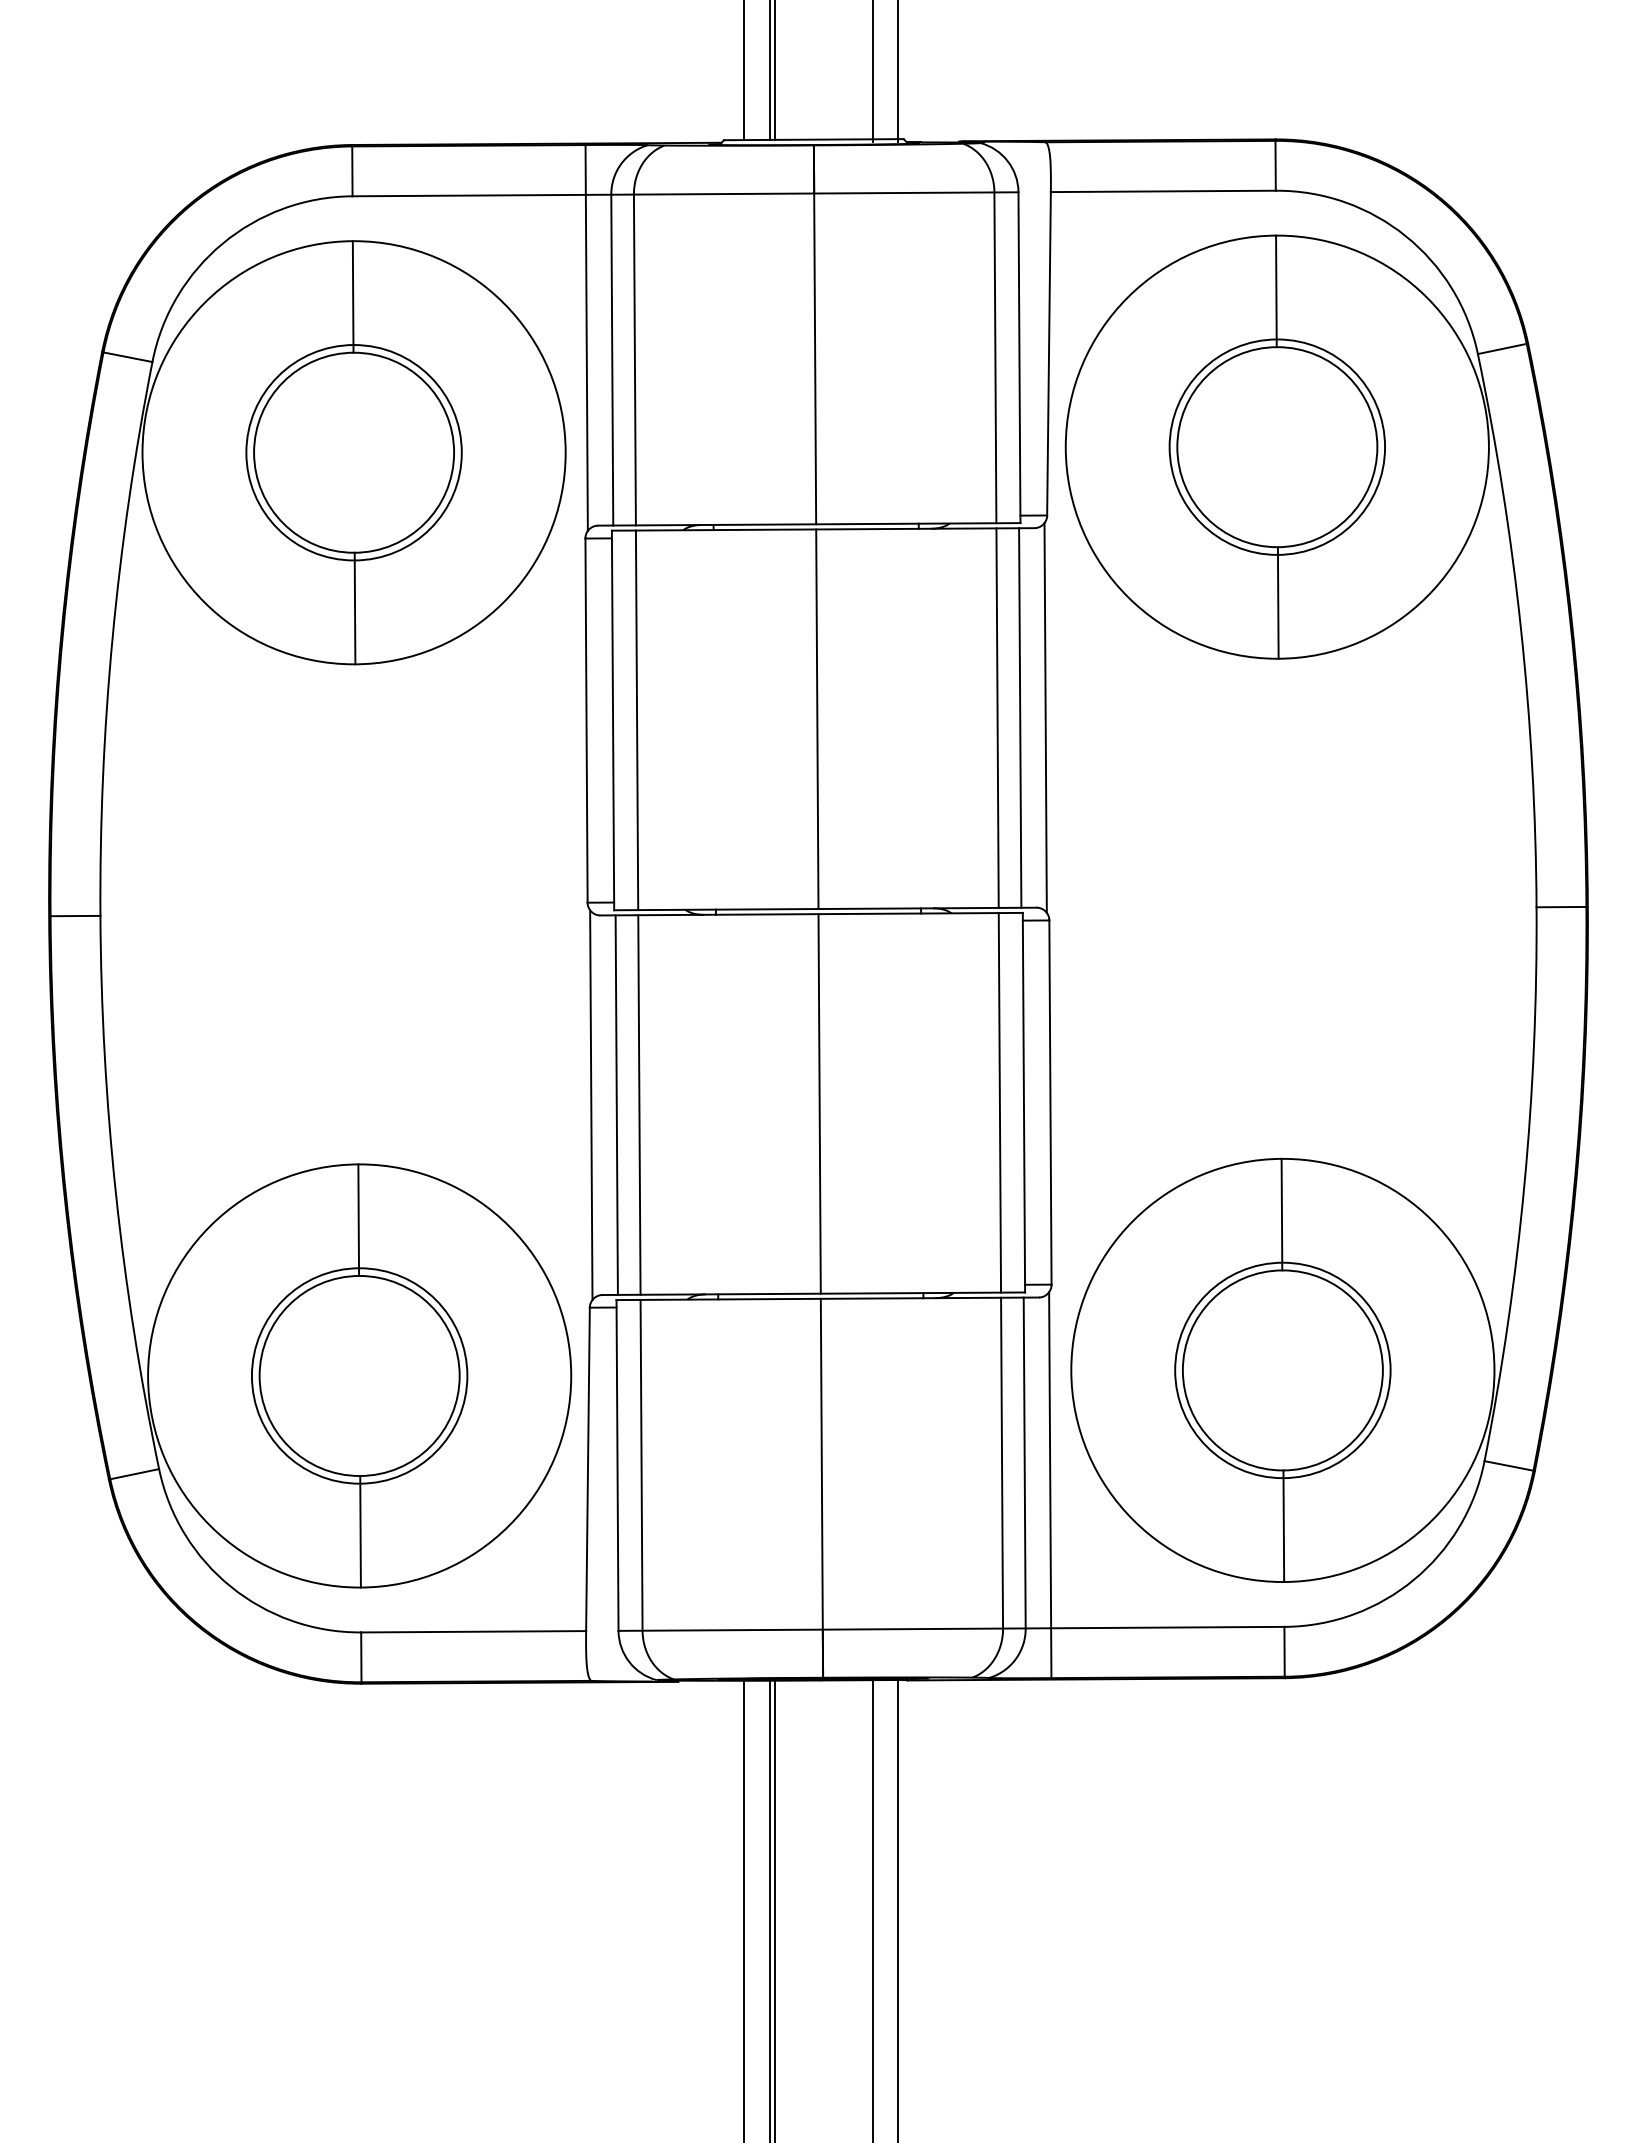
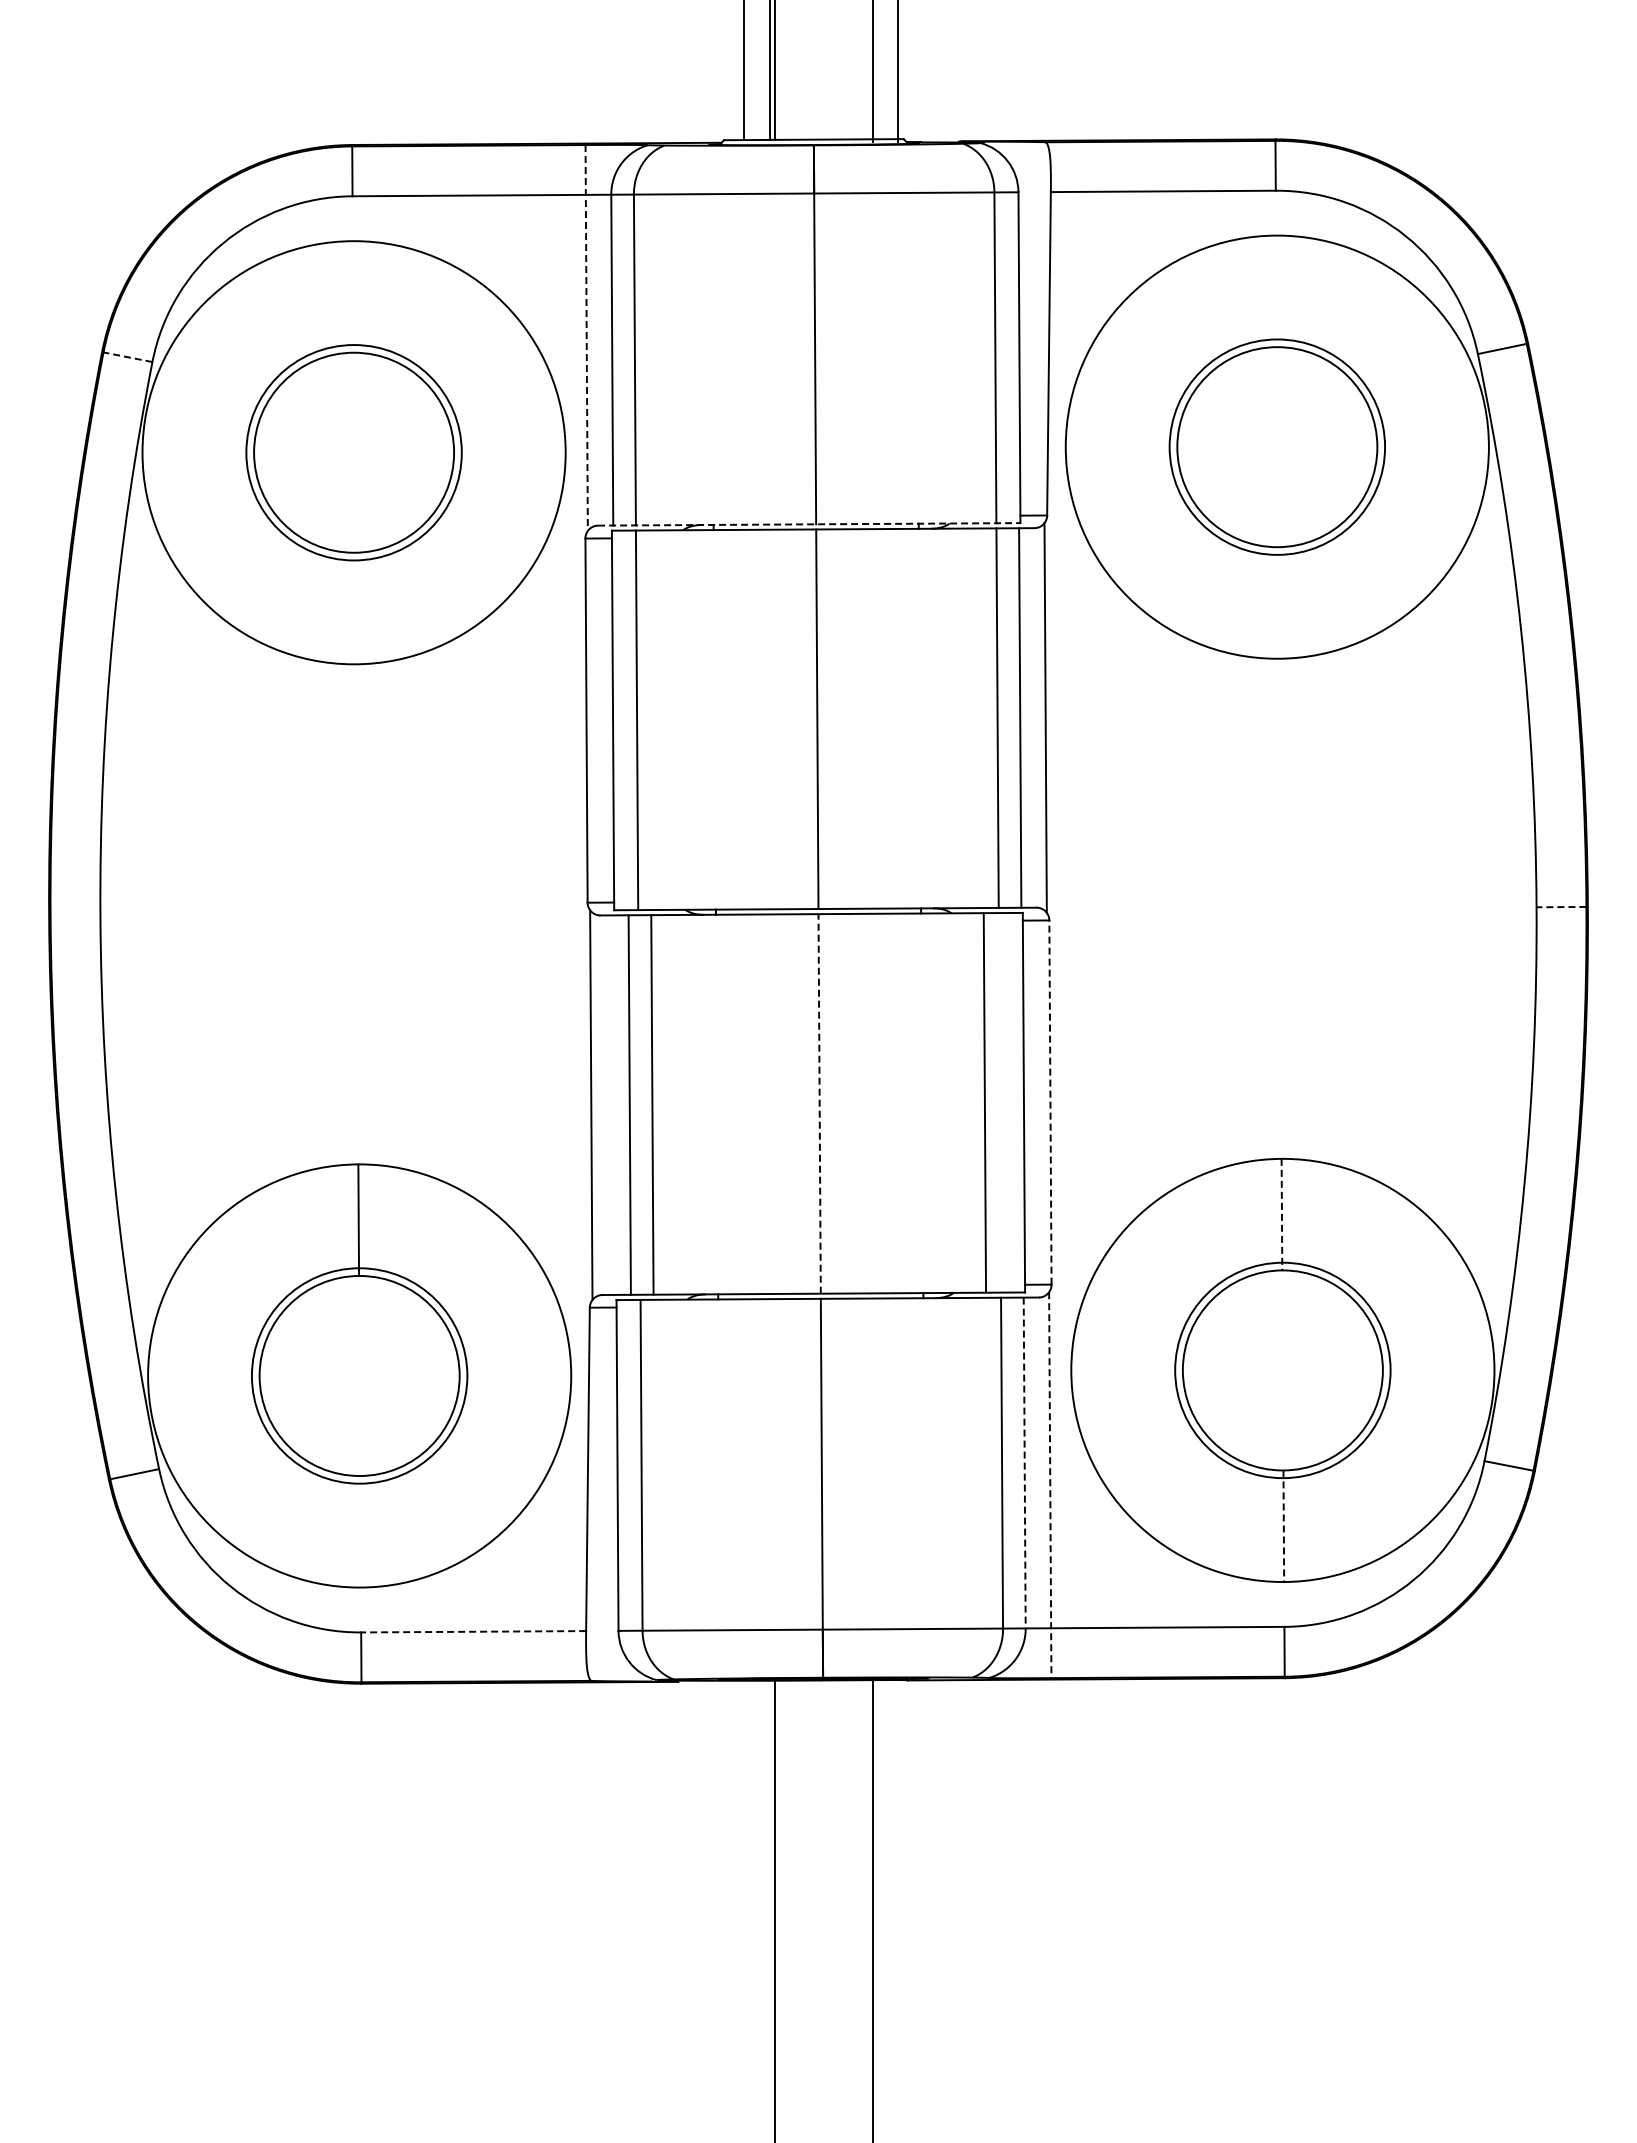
line at (1276, 291): present -> none
line at (352, 296): present -> none
line at (586, 338): solid -> dashed
line at (127, 357): solid -> dashed
line at (809, 524): solid -> dashed
line at (1277, 602): present -> none
line at (354, 608): present -> none
line at (1561, 907): solid -> dashed
line at (75, 915): present -> none
line at (999, 1102) position: (999, 1102) -> (984, 1102)
line at (1050, 1102): solid -> dashed
line at (819, 1103): solid -> dashed
line at (616, 1104) position: (616, 1104) -> (629, 1104)
line at (639, 1104) position: (639, 1104) -> (652, 1104)
line at (1281, 1214): solid -> dashed
line at (1024, 1463): solid -> dashed
line at (1050, 1485): solid -> dashed
line at (1283, 1526): solid -> dashed
line at (360, 1531): present -> none
line at (473, 1631): solid -> dashed
line at (744, 1909): present -> none
line at (770, 1909): present -> none
line at (898, 1909): present -> none
